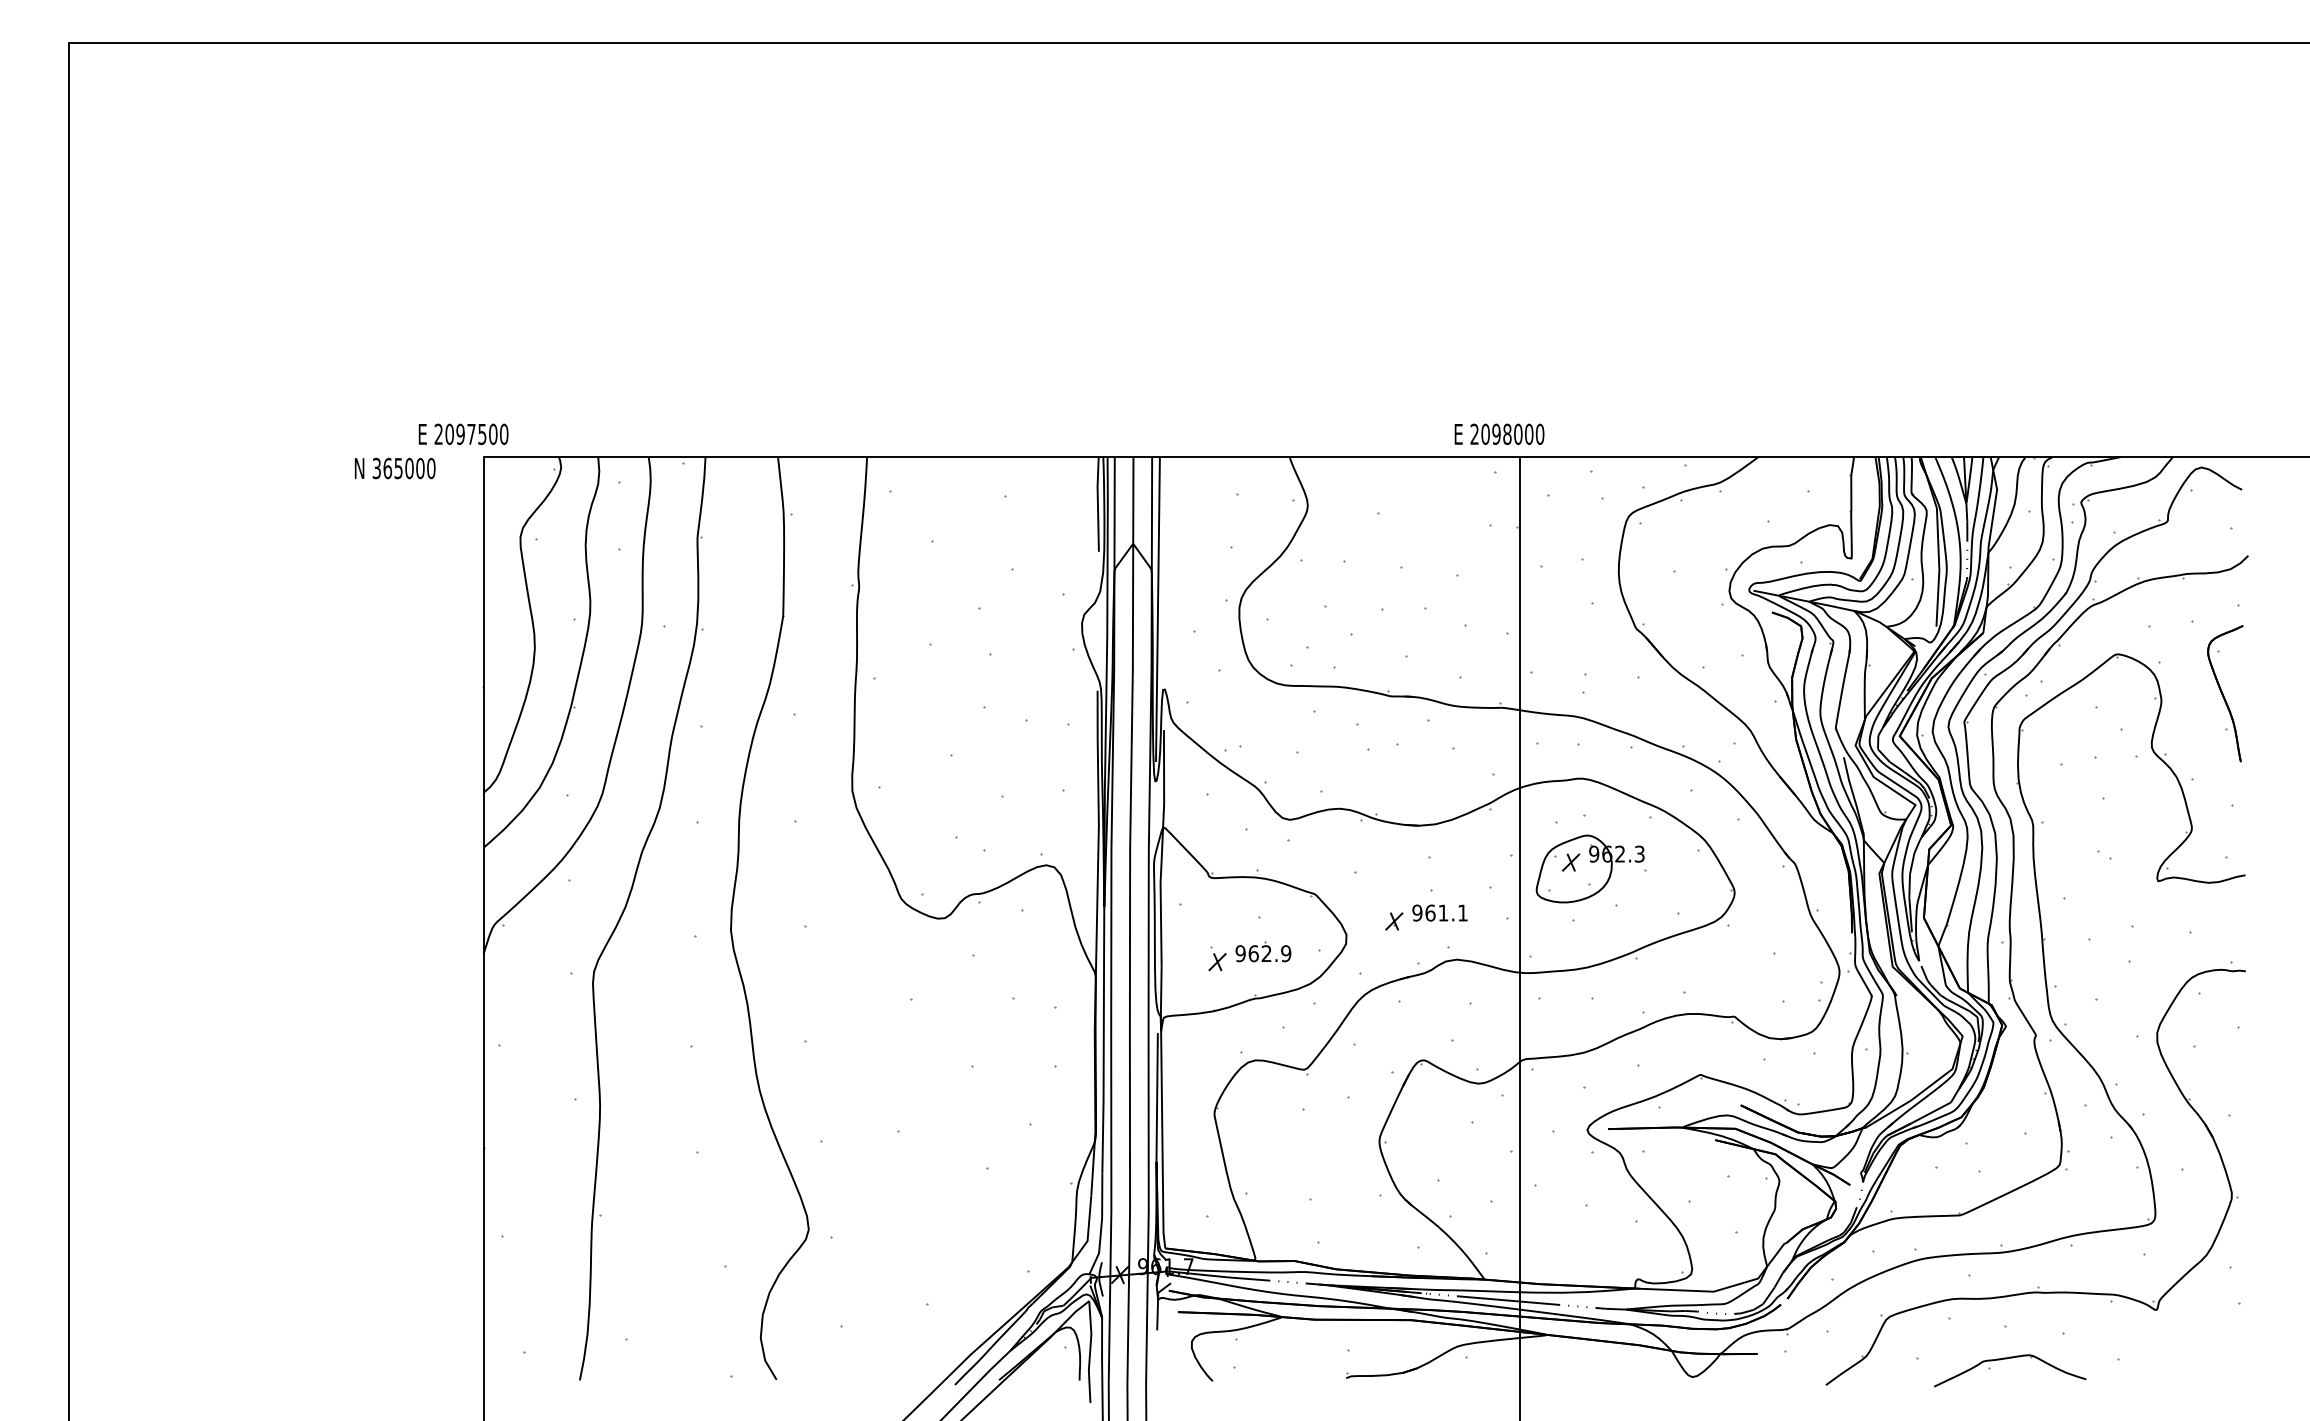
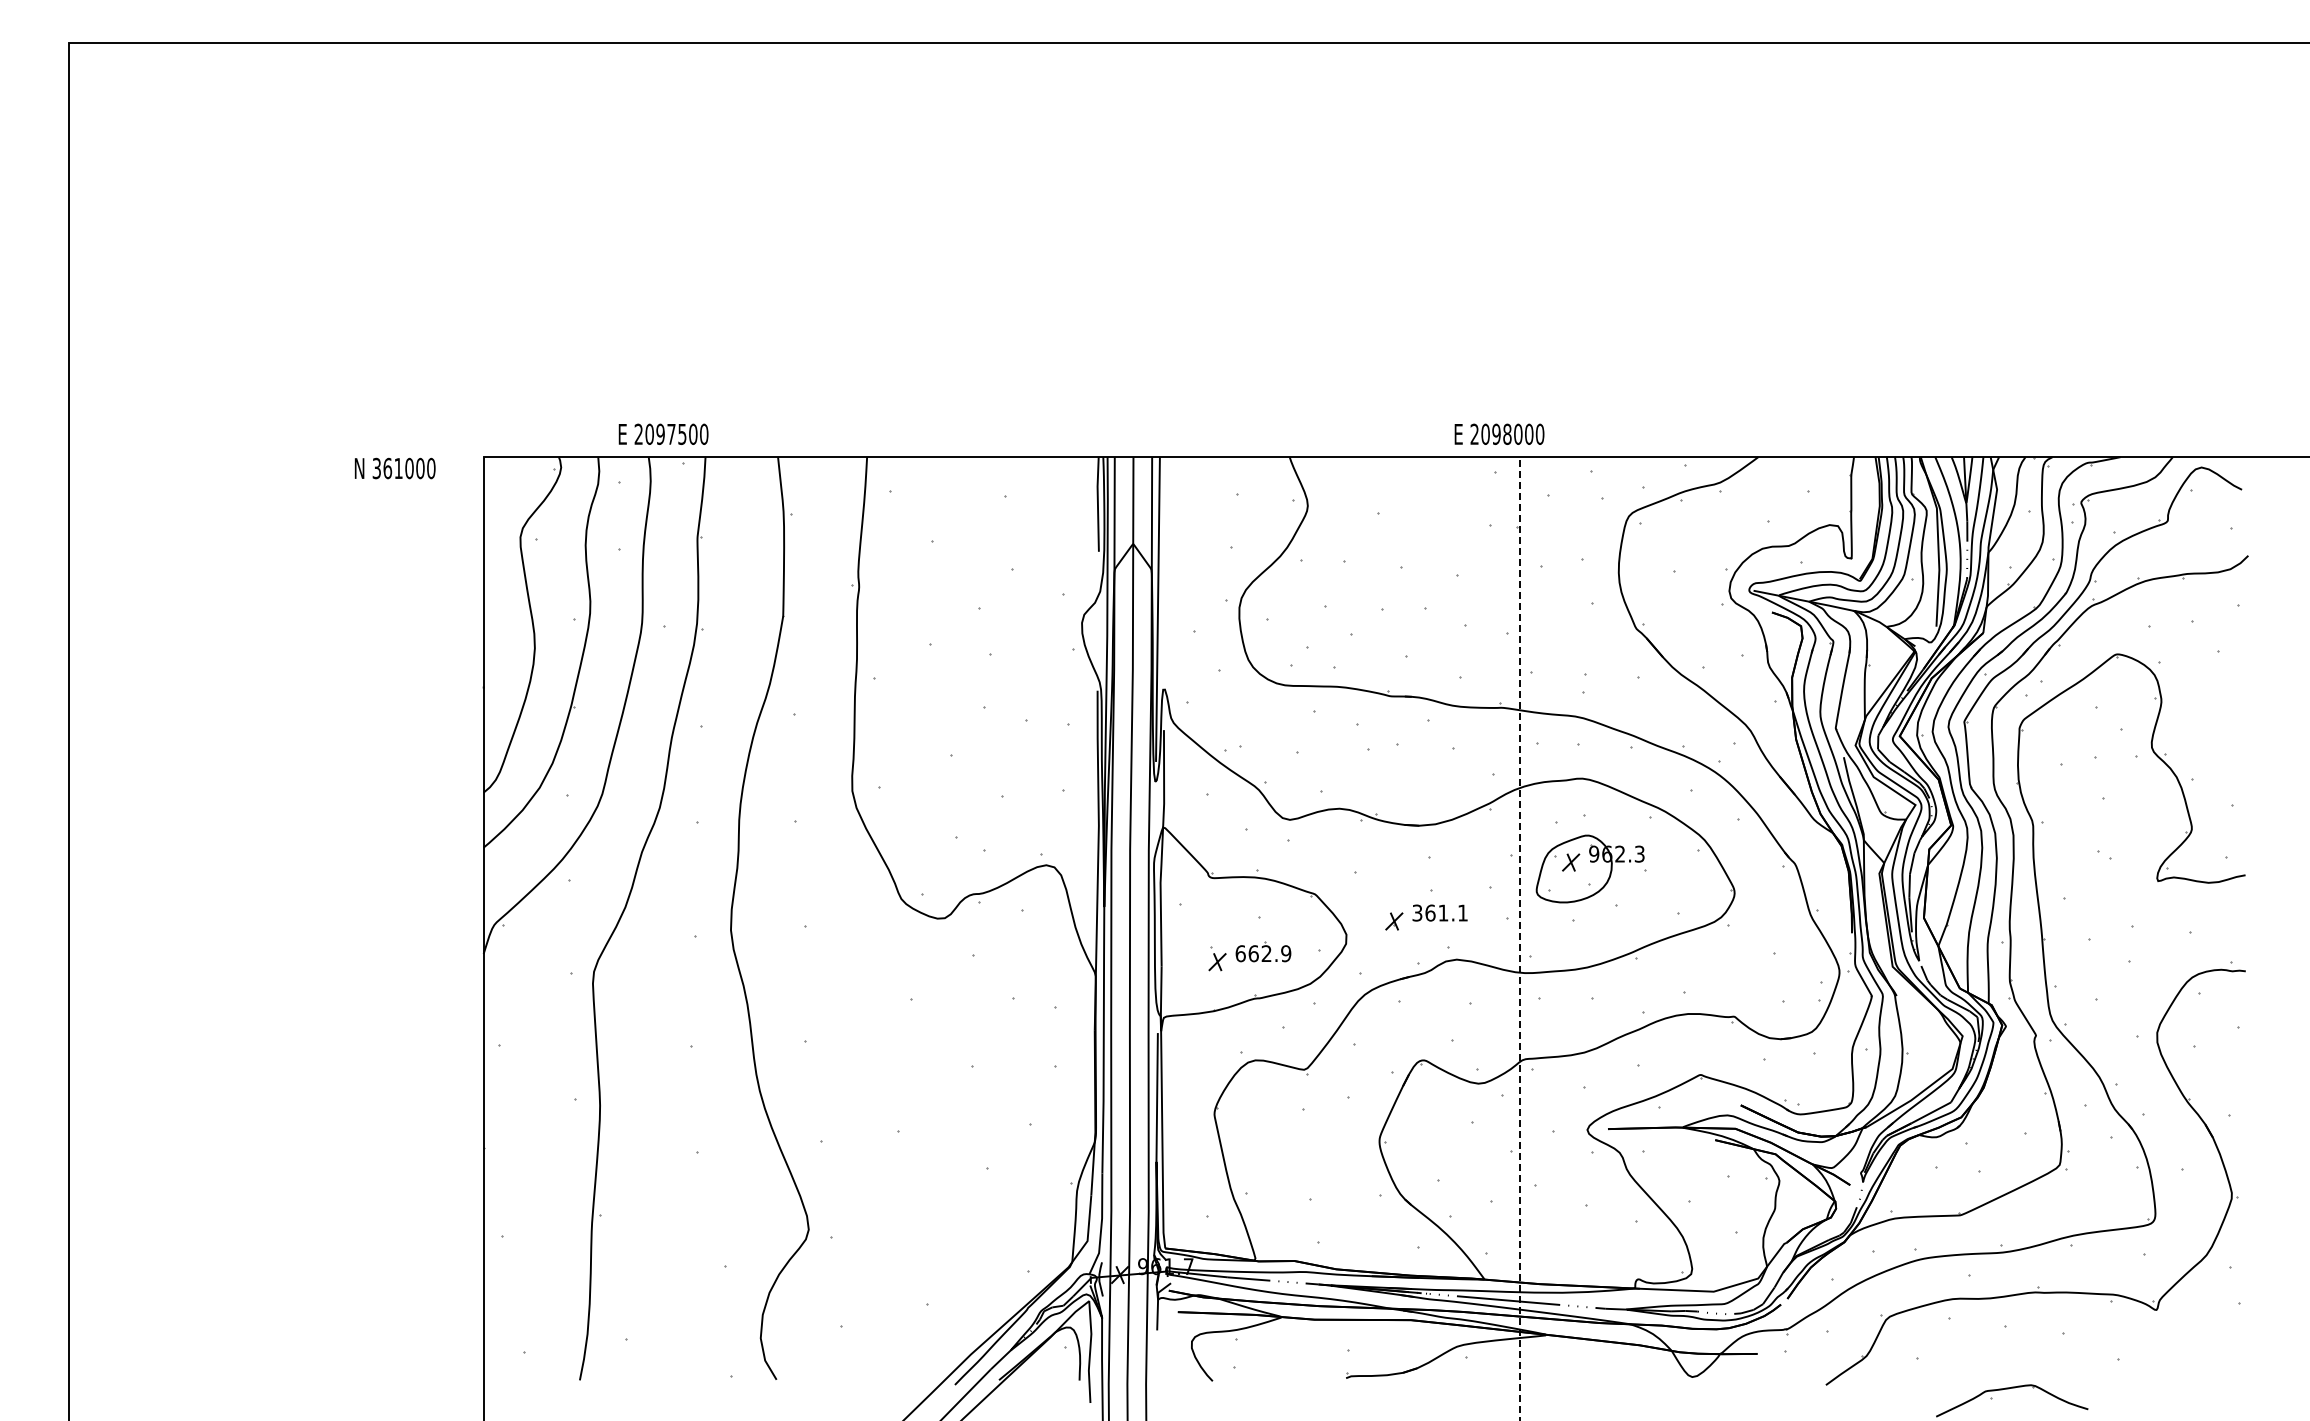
text at (463, 433) position: (463, 433) -> (663, 433)
text at (398, 468): 365000 -> 361000
part at (2225, 693): present -> none
text at (1417, 912): 961.1 -> 361.1
line at (1519, 938): solid -> dashed
text at (1240, 953): 962.9 -> 662.9
part at (2007, 1359) position: (2007, 1359) -> (2009, 1389)
